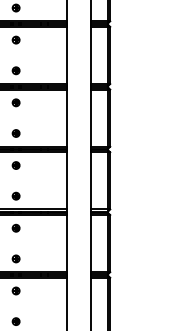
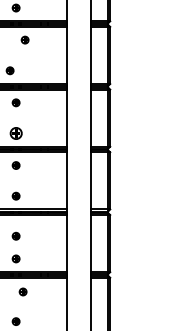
part at (15, 39) position: (15, 39) -> (24, 39)
part at (15, 70) position: (15, 70) -> (9, 70)
part at (15, 133) size: 10x9 px -> 14x13 px
part at (15, 227) position: (15, 227) -> (15, 235)
part at (15, 290) position: (15, 290) -> (22, 291)
